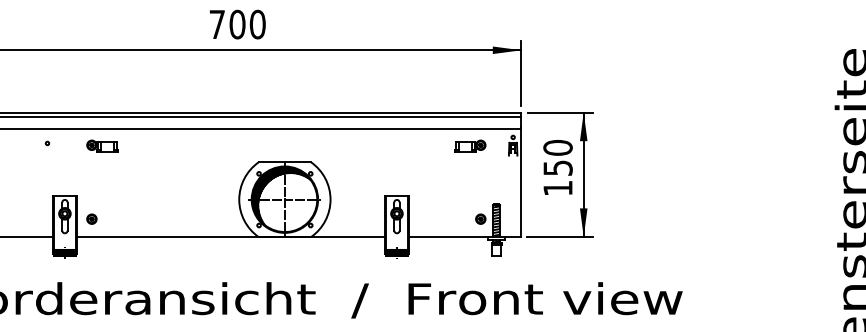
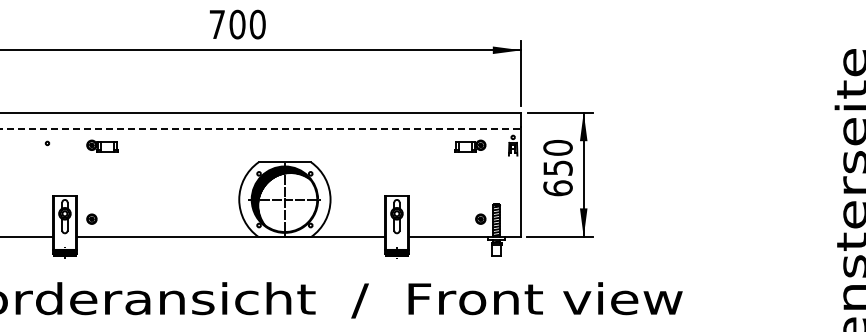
line at (261, 116): present -> none
line at (260, 129): solid -> dashed
text at (557, 188): 150 -> 650
